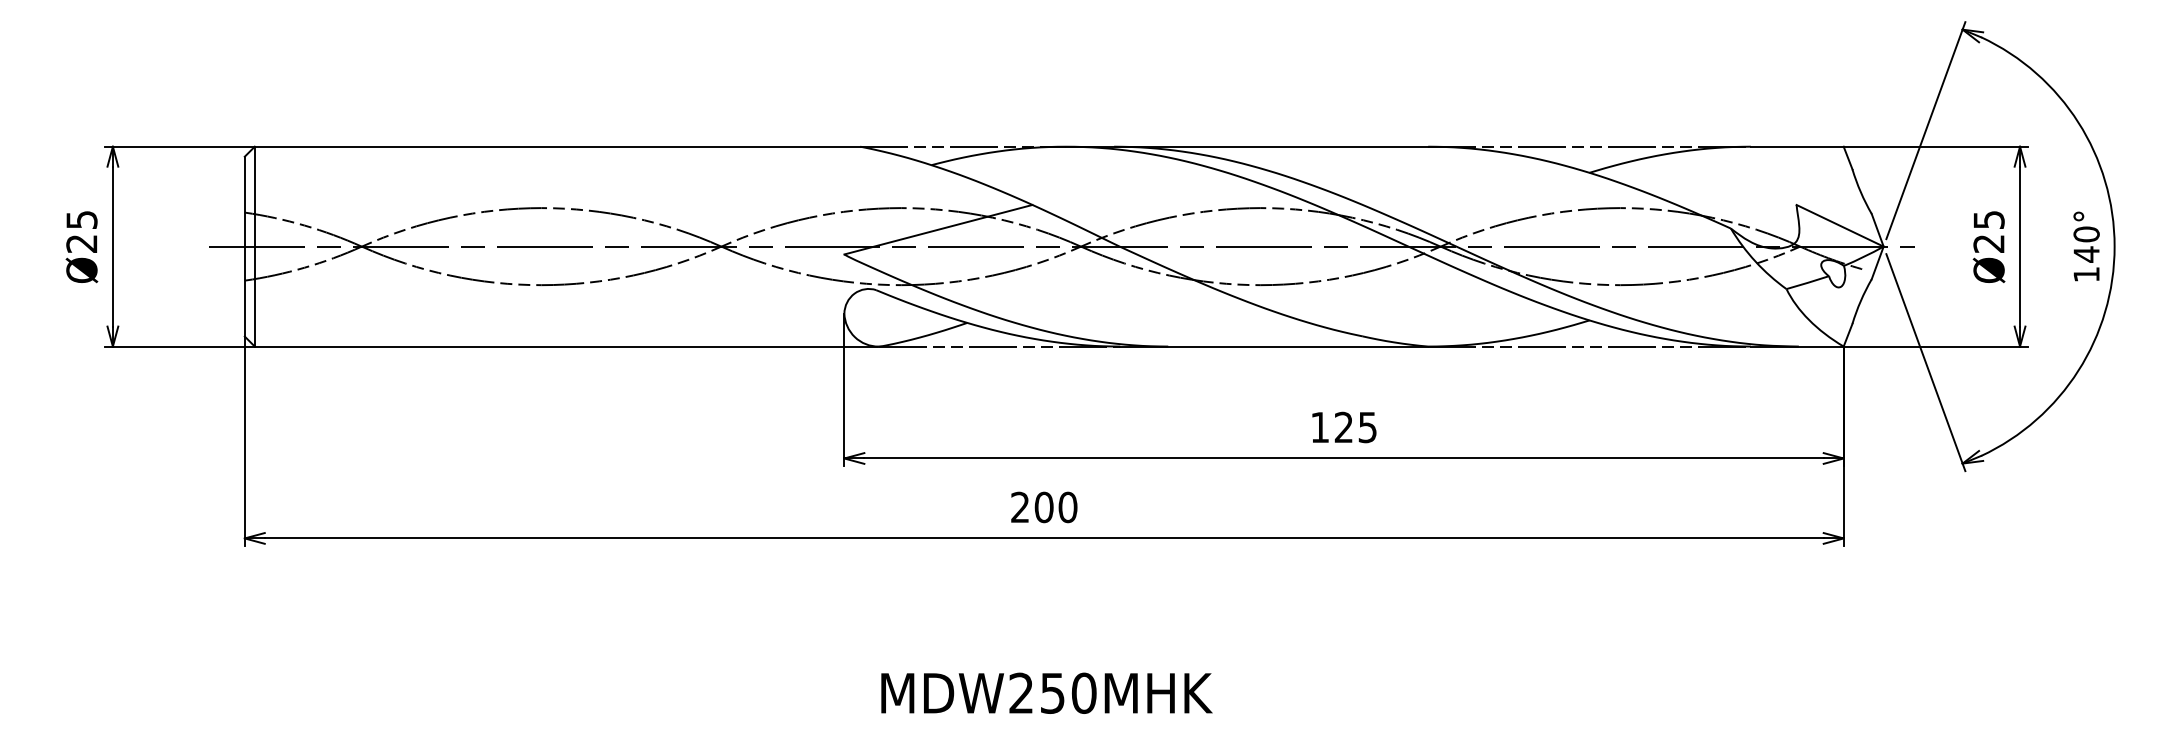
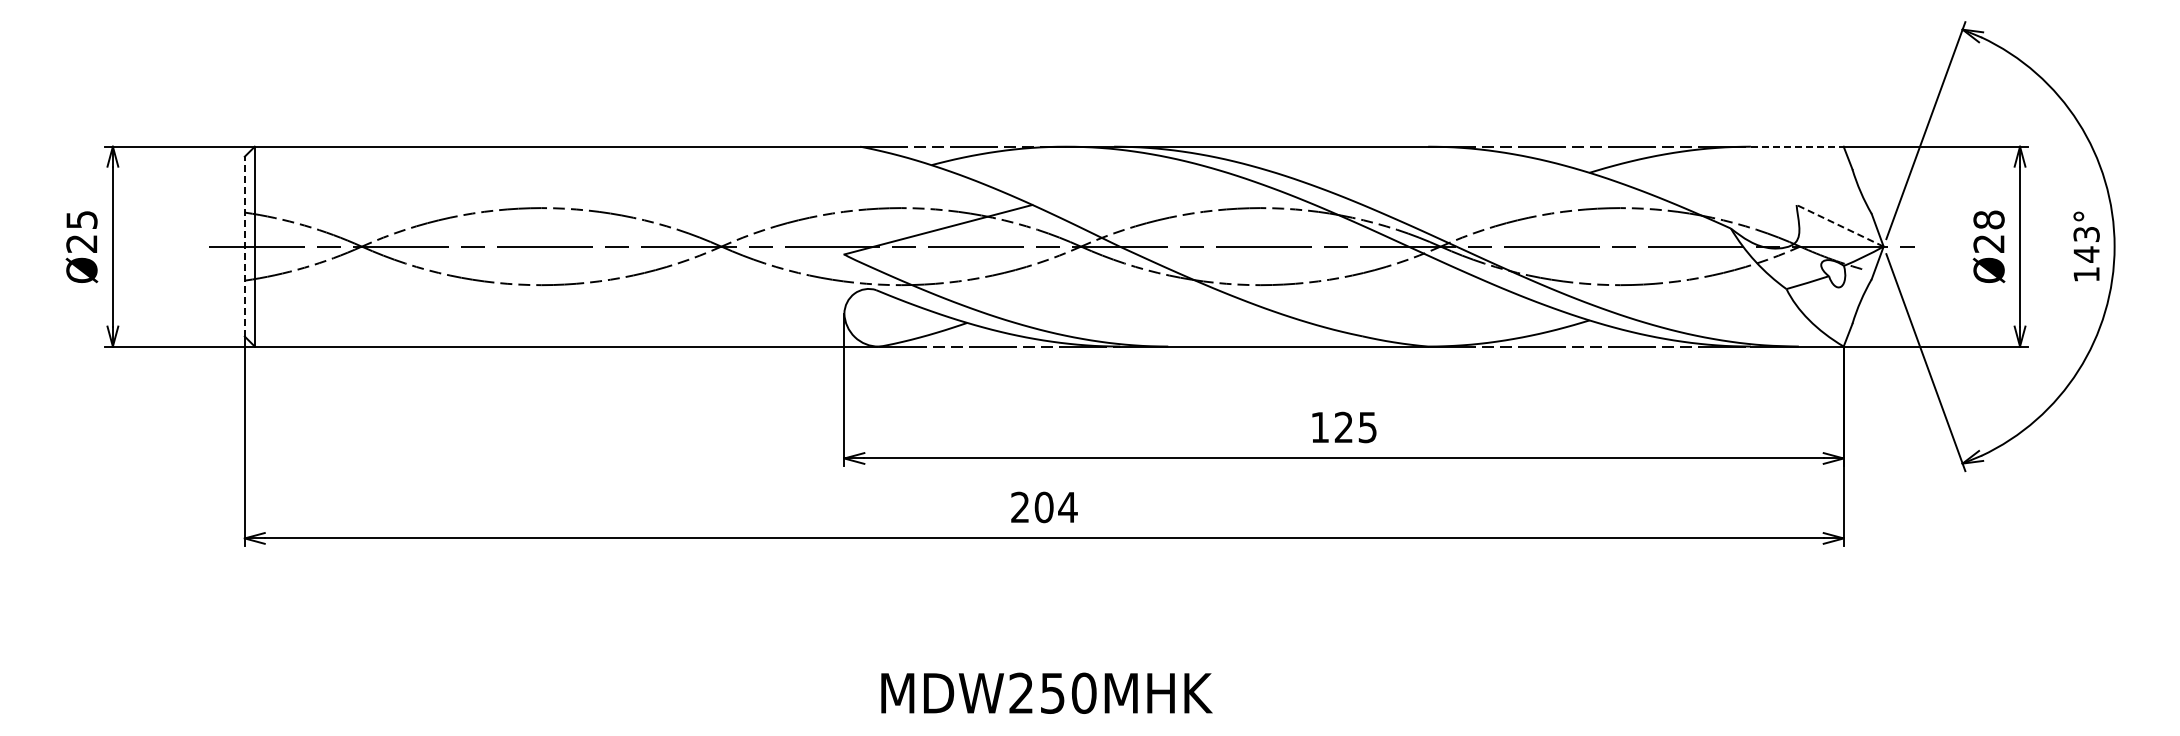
line at (1797, 146): solid -> dashed
text at (1988, 219): Ø25 -> Ø28
line at (1839, 225): solid -> dashed
text at (2086, 234): 140° -> 143°
line at (244, 246): solid -> dashed
text at (1067, 507): 200 -> 204
